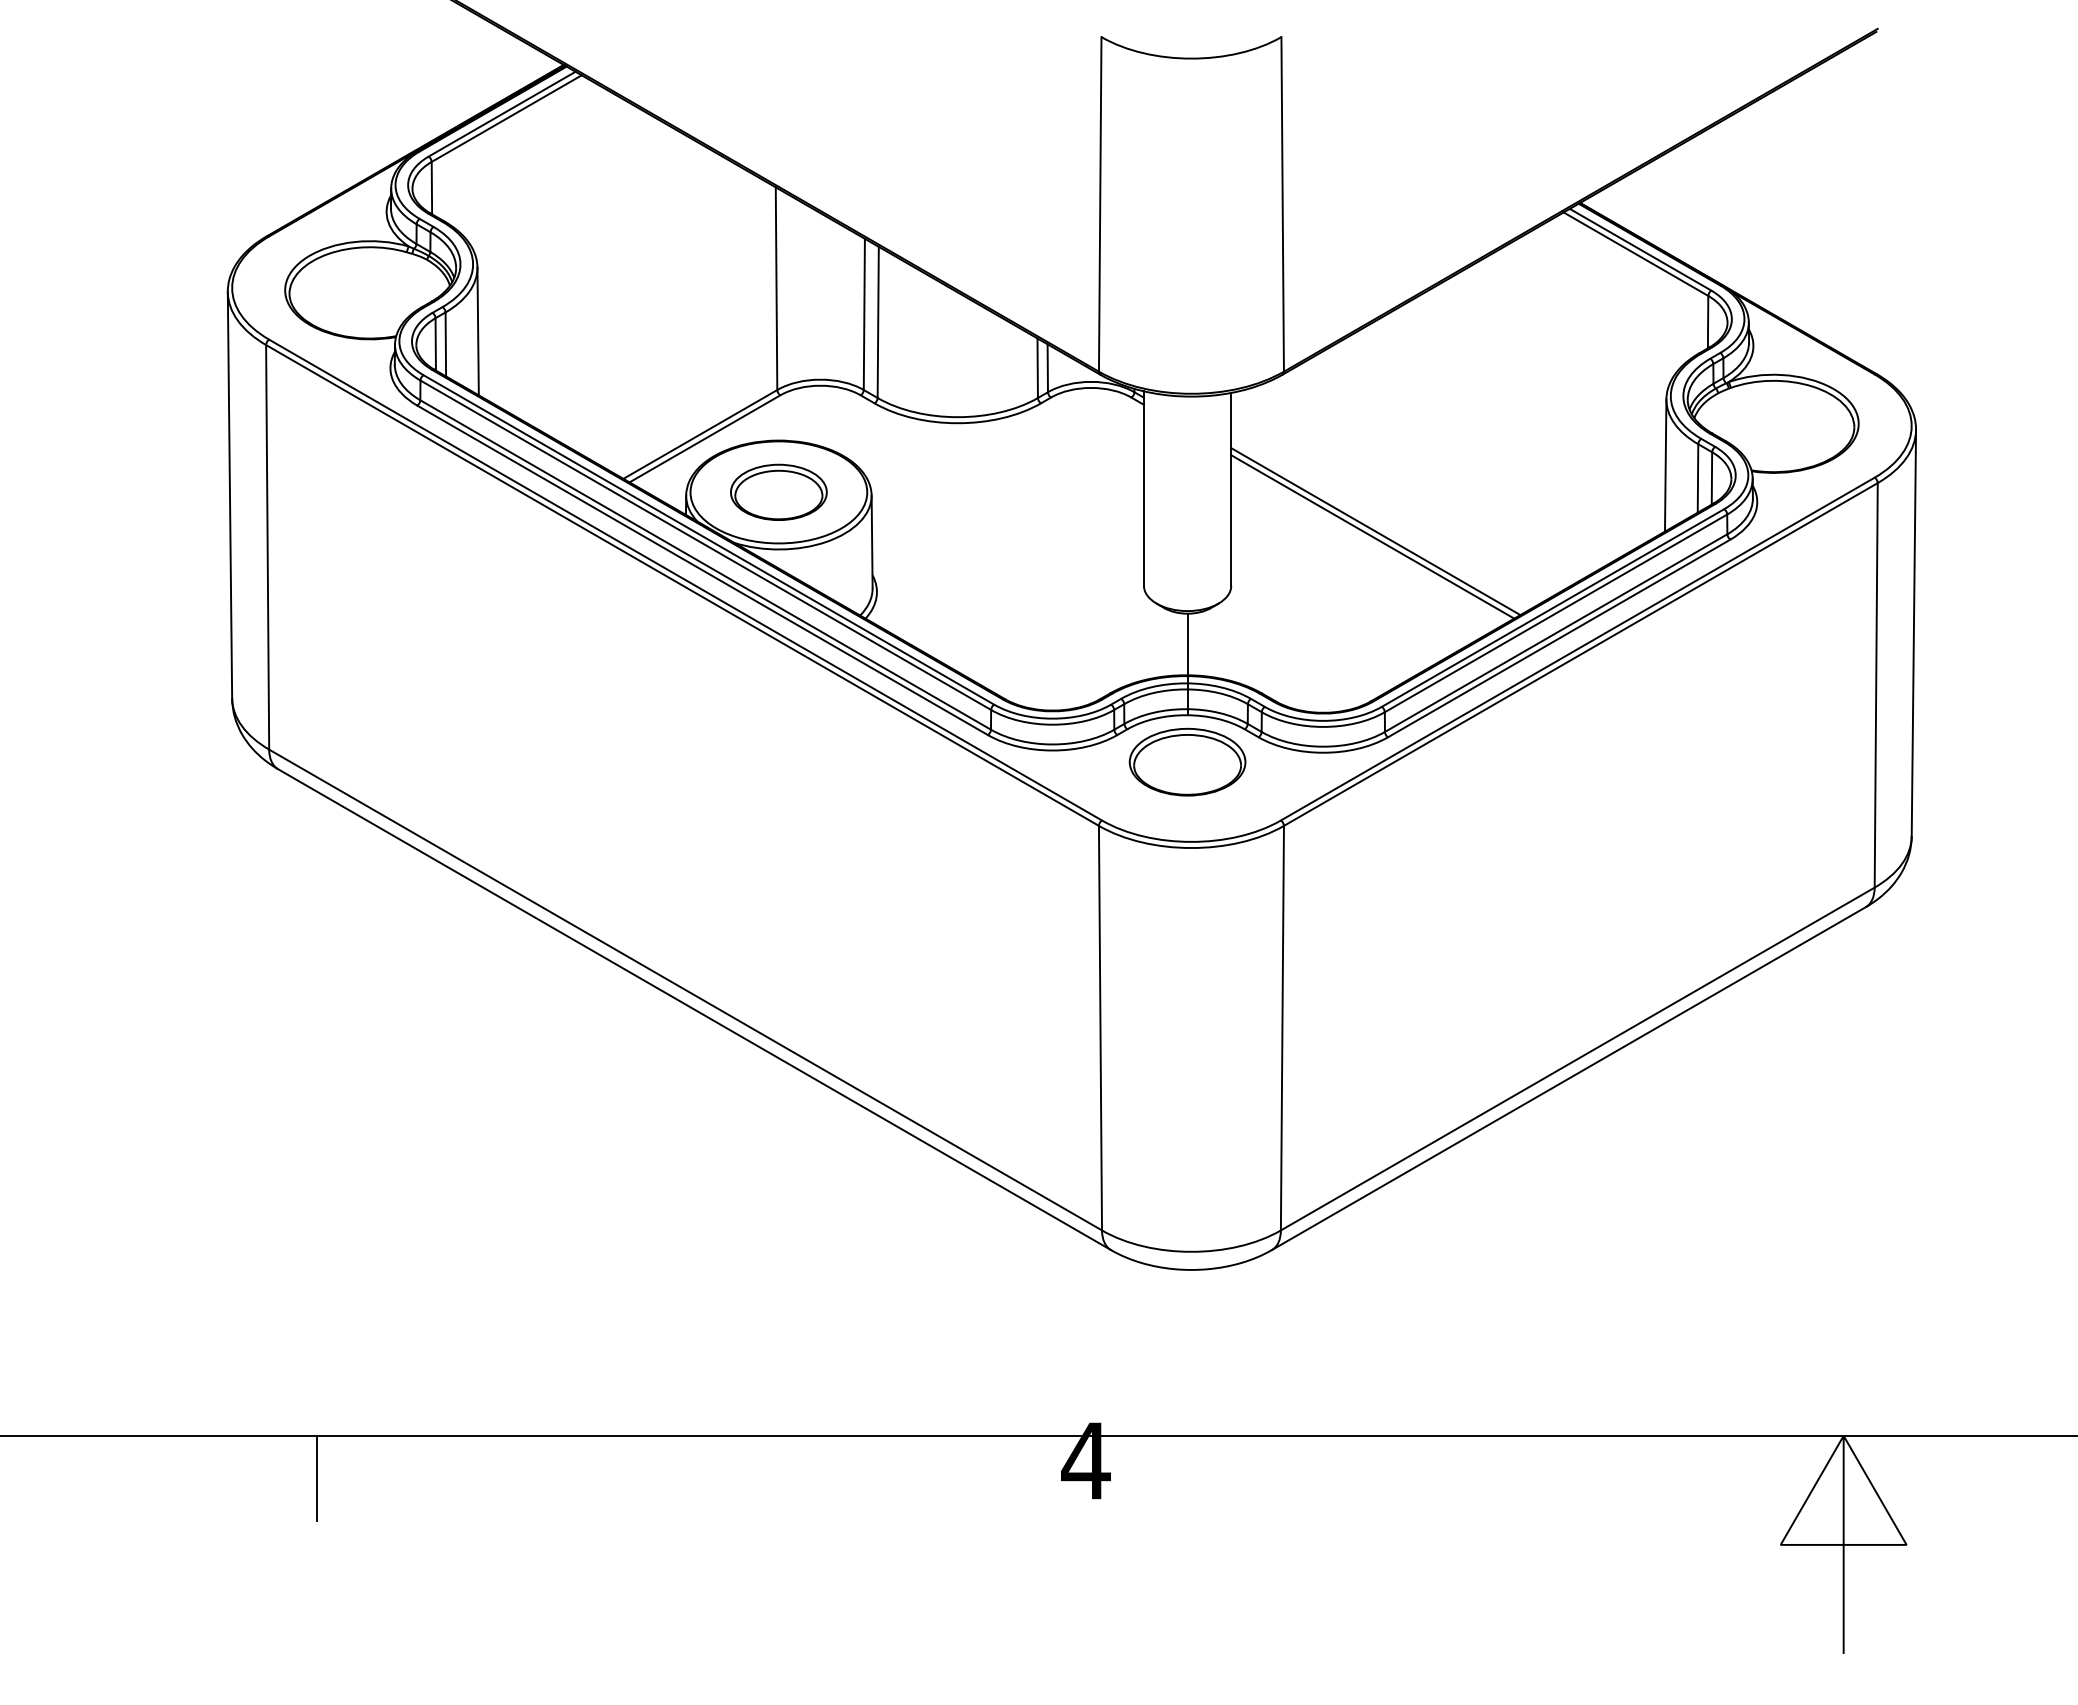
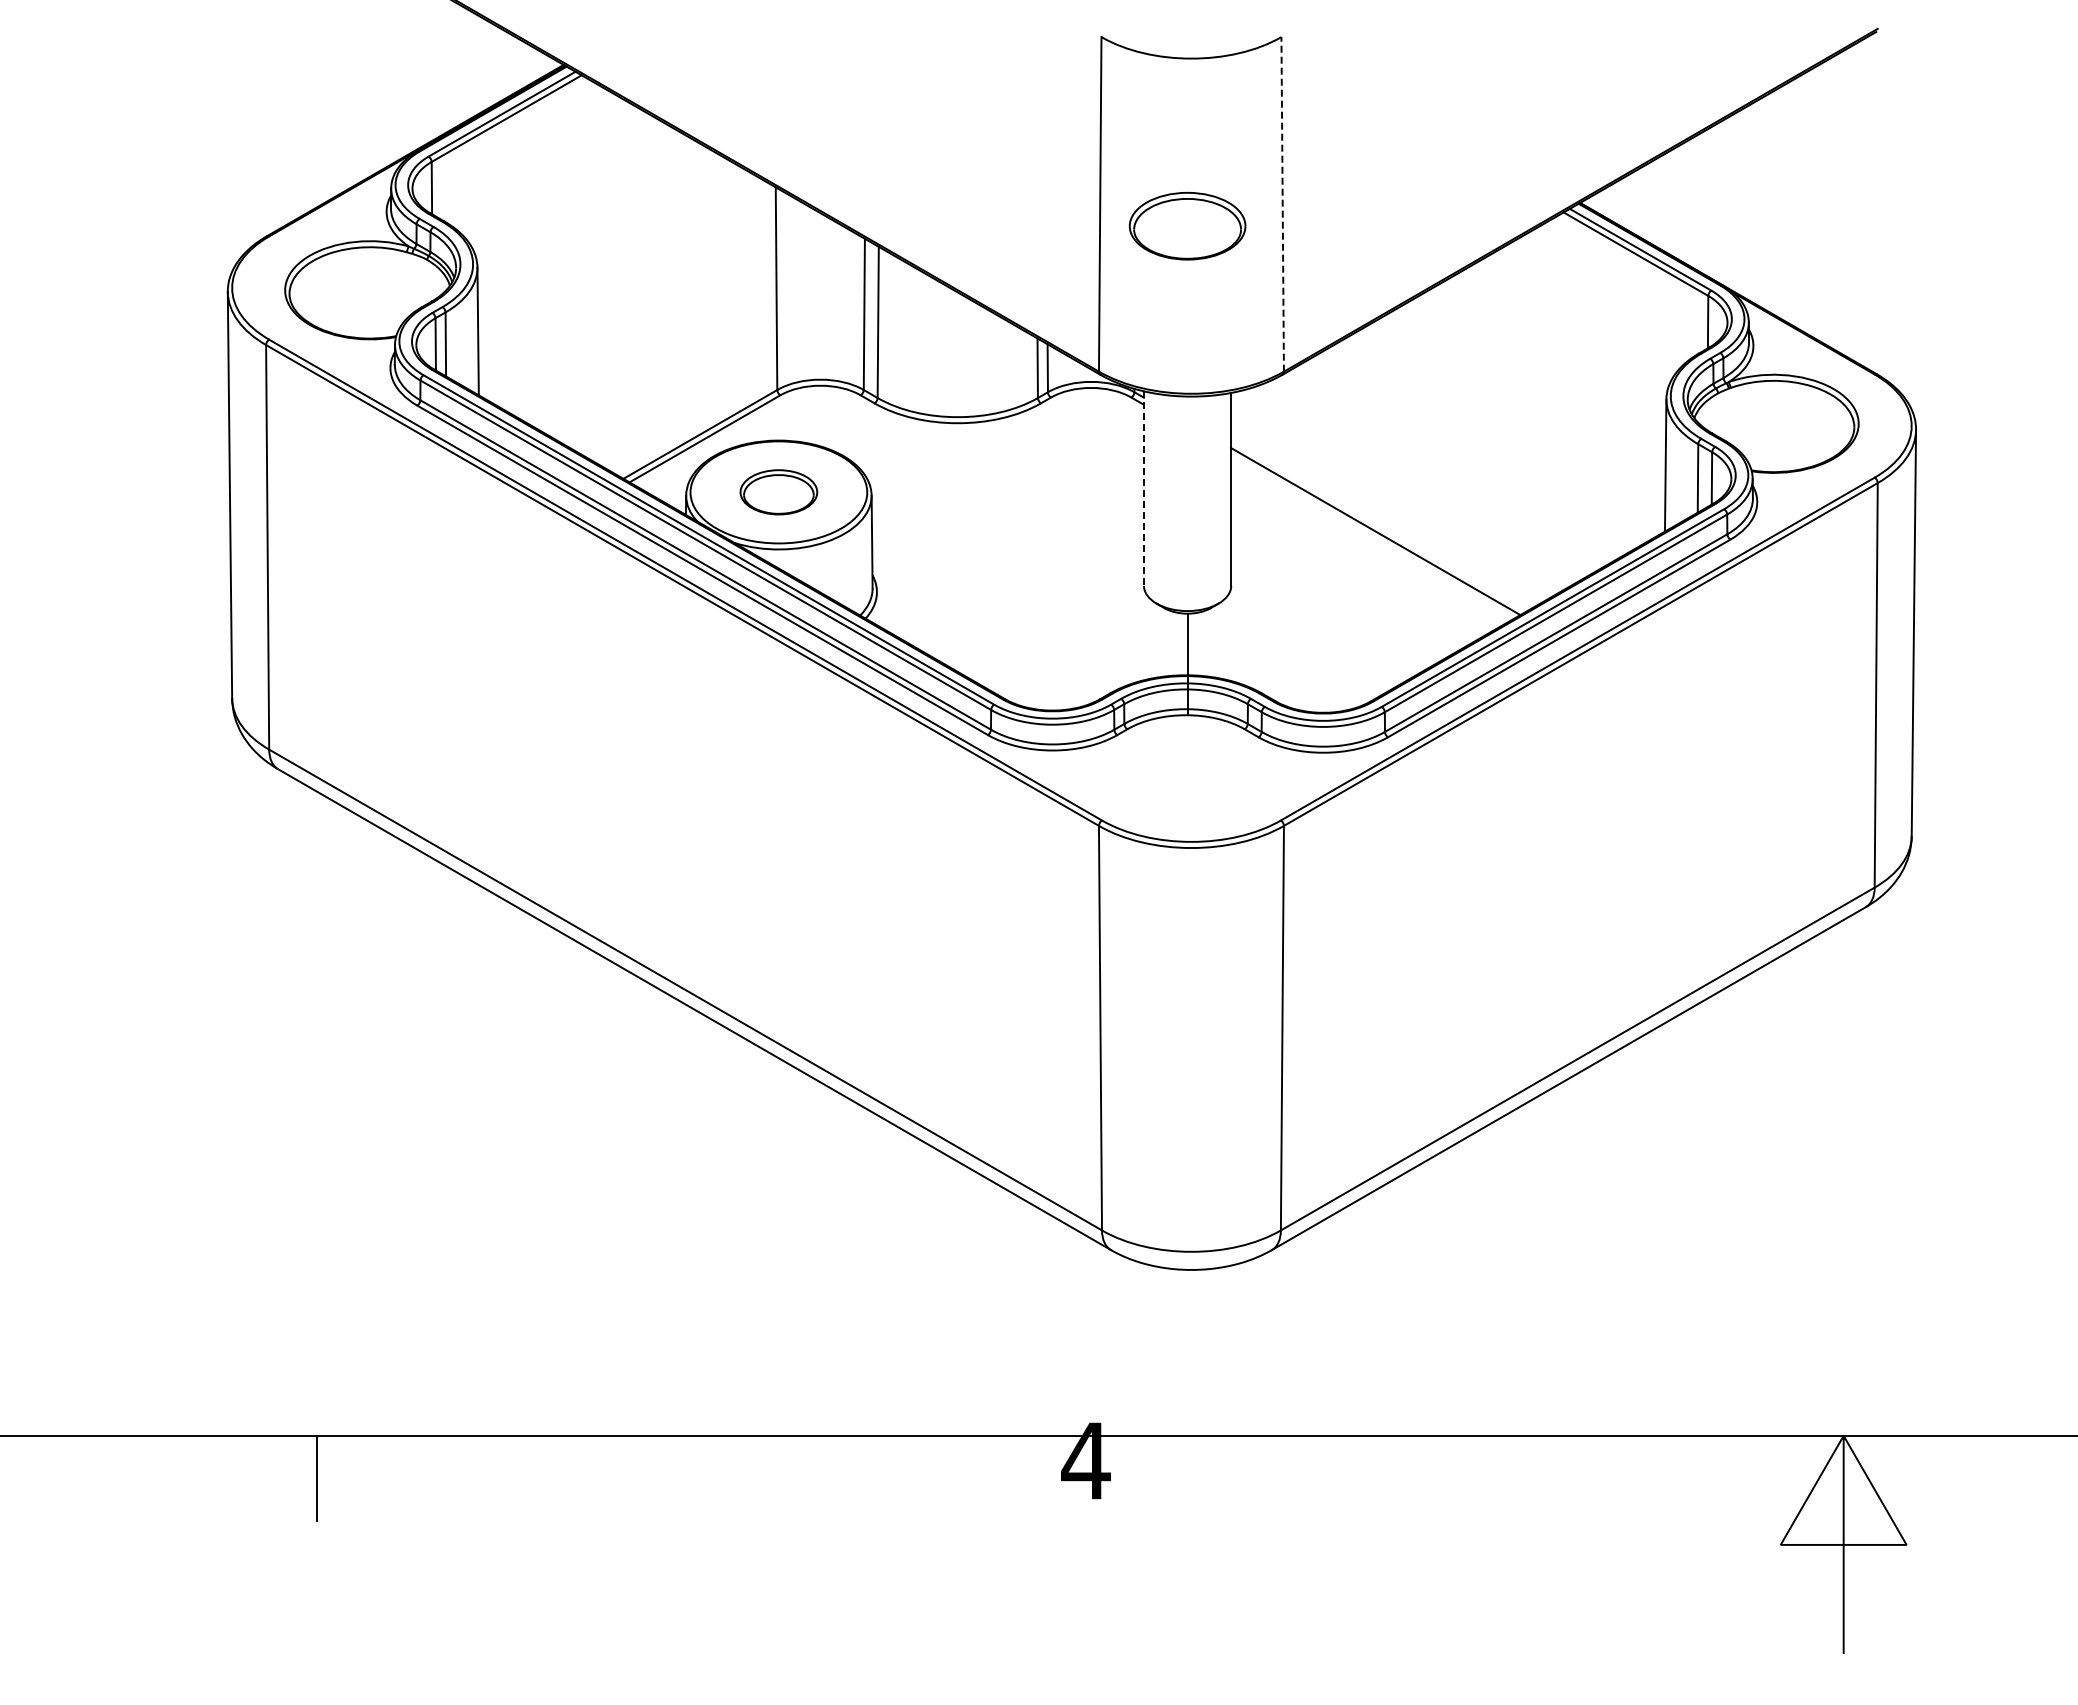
line at (1282, 203): solid -> dashed
line at (1143, 489): solid -> dashed
part at (778, 491) size: 98x58 px -> 80x47 px
line at (1372, 536): present -> none
part at (1187, 761) position: (1187, 761) -> (1187, 225)
